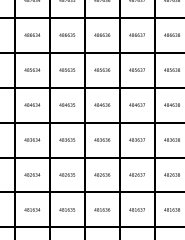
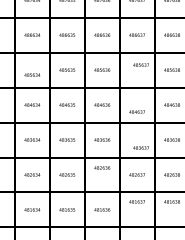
text at (32, 69) position: (32, 69) -> (32, 74)
text at (136, 69) position: (136, 69) -> (140, 64)
text at (136, 104) position: (136, 104) -> (136, 111)
text at (136, 139) position: (136, 139) -> (140, 147)
text at (102, 174) position: (102, 174) -> (102, 167)
text at (136, 209) position: (136, 209) -> (136, 201)
text at (171, 209) position: (171, 209) -> (171, 201)
